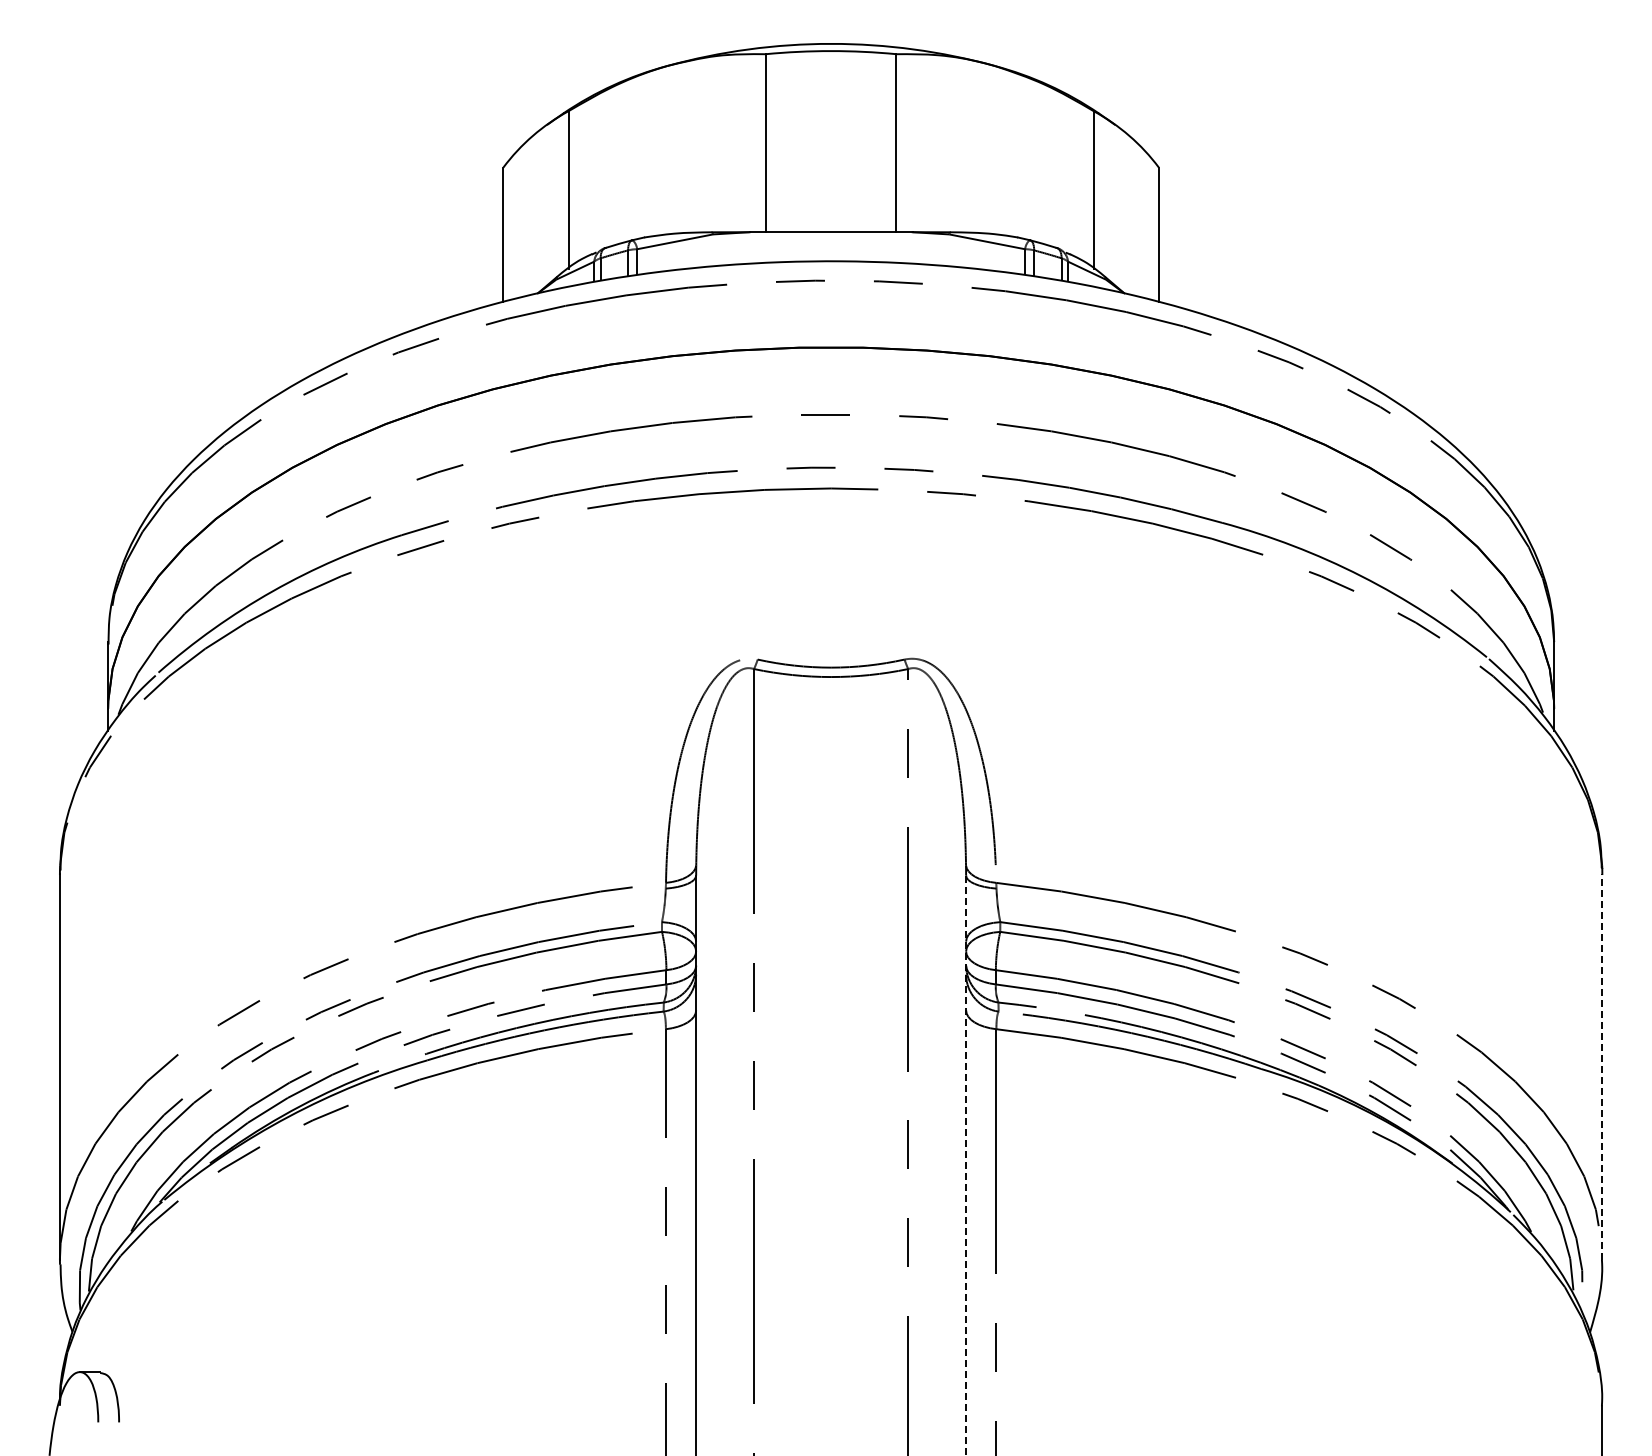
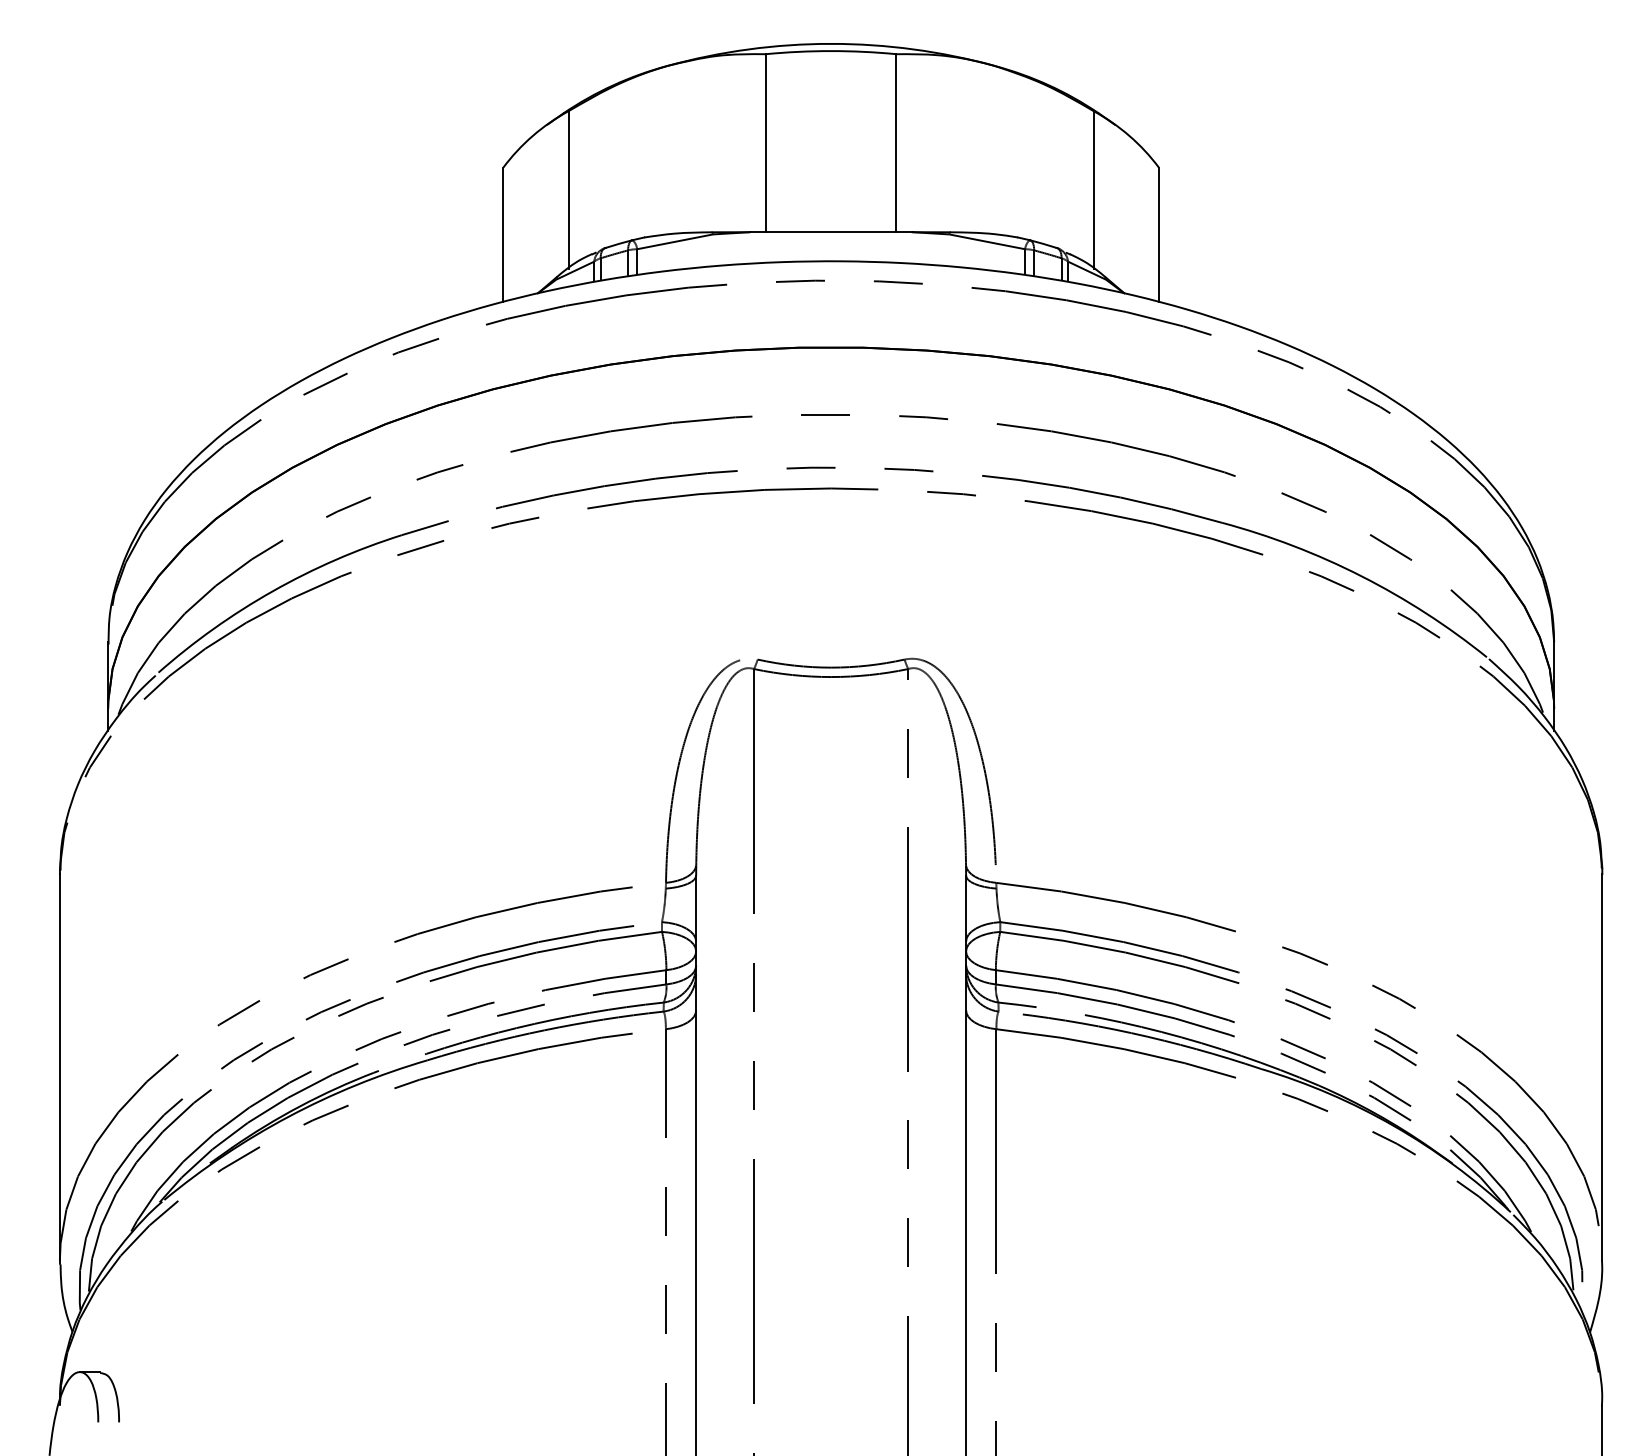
line at (1602, 1066): dashed -> solid
line at (966, 1165): dashed -> solid
